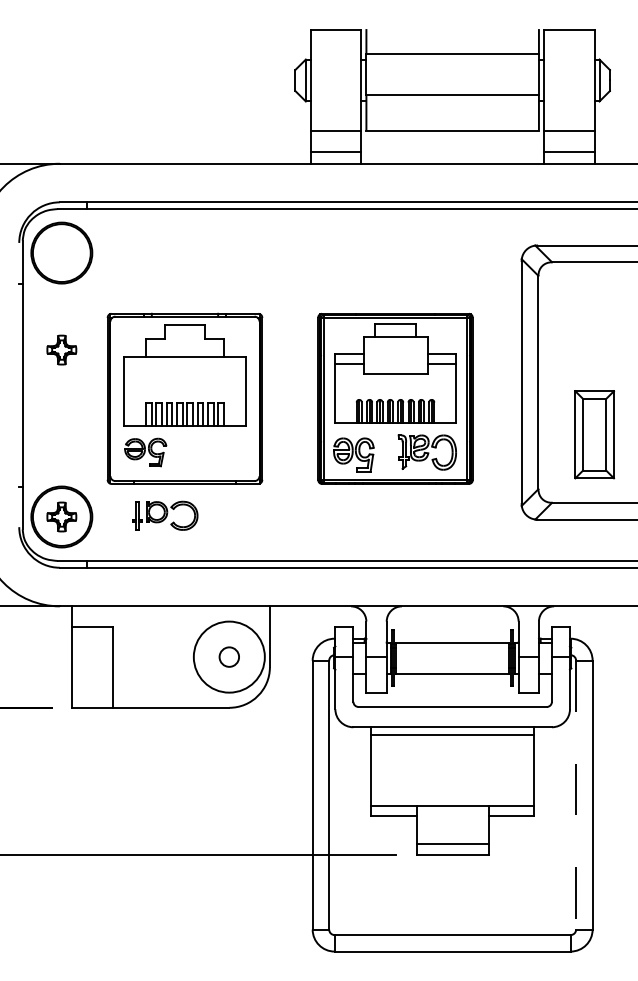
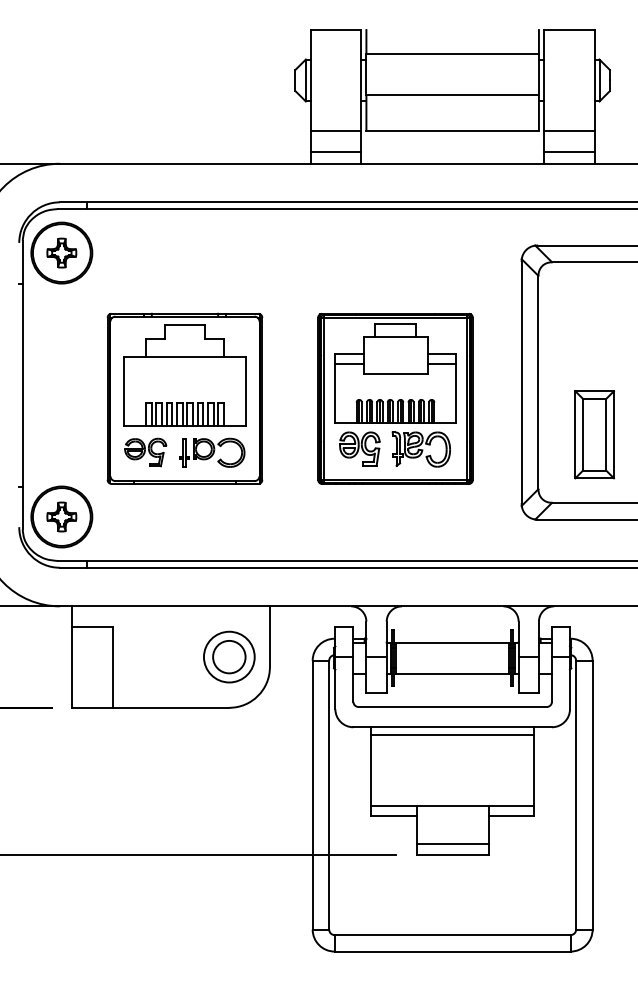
part at (61, 349) position: (61, 349) -> (61, 252)
part at (426, 452) position: (426, 452) -> (420, 449)
part at (353, 454) position: (353, 454) -> (359, 448)
part at (165, 515) position: (165, 515) -> (212, 452)
circle at (228, 656) diameter: 71 px -> 51 px
circle at (229, 656) diameter: 19 px -> 32 px
line at (576, 795): dashed -> solid
